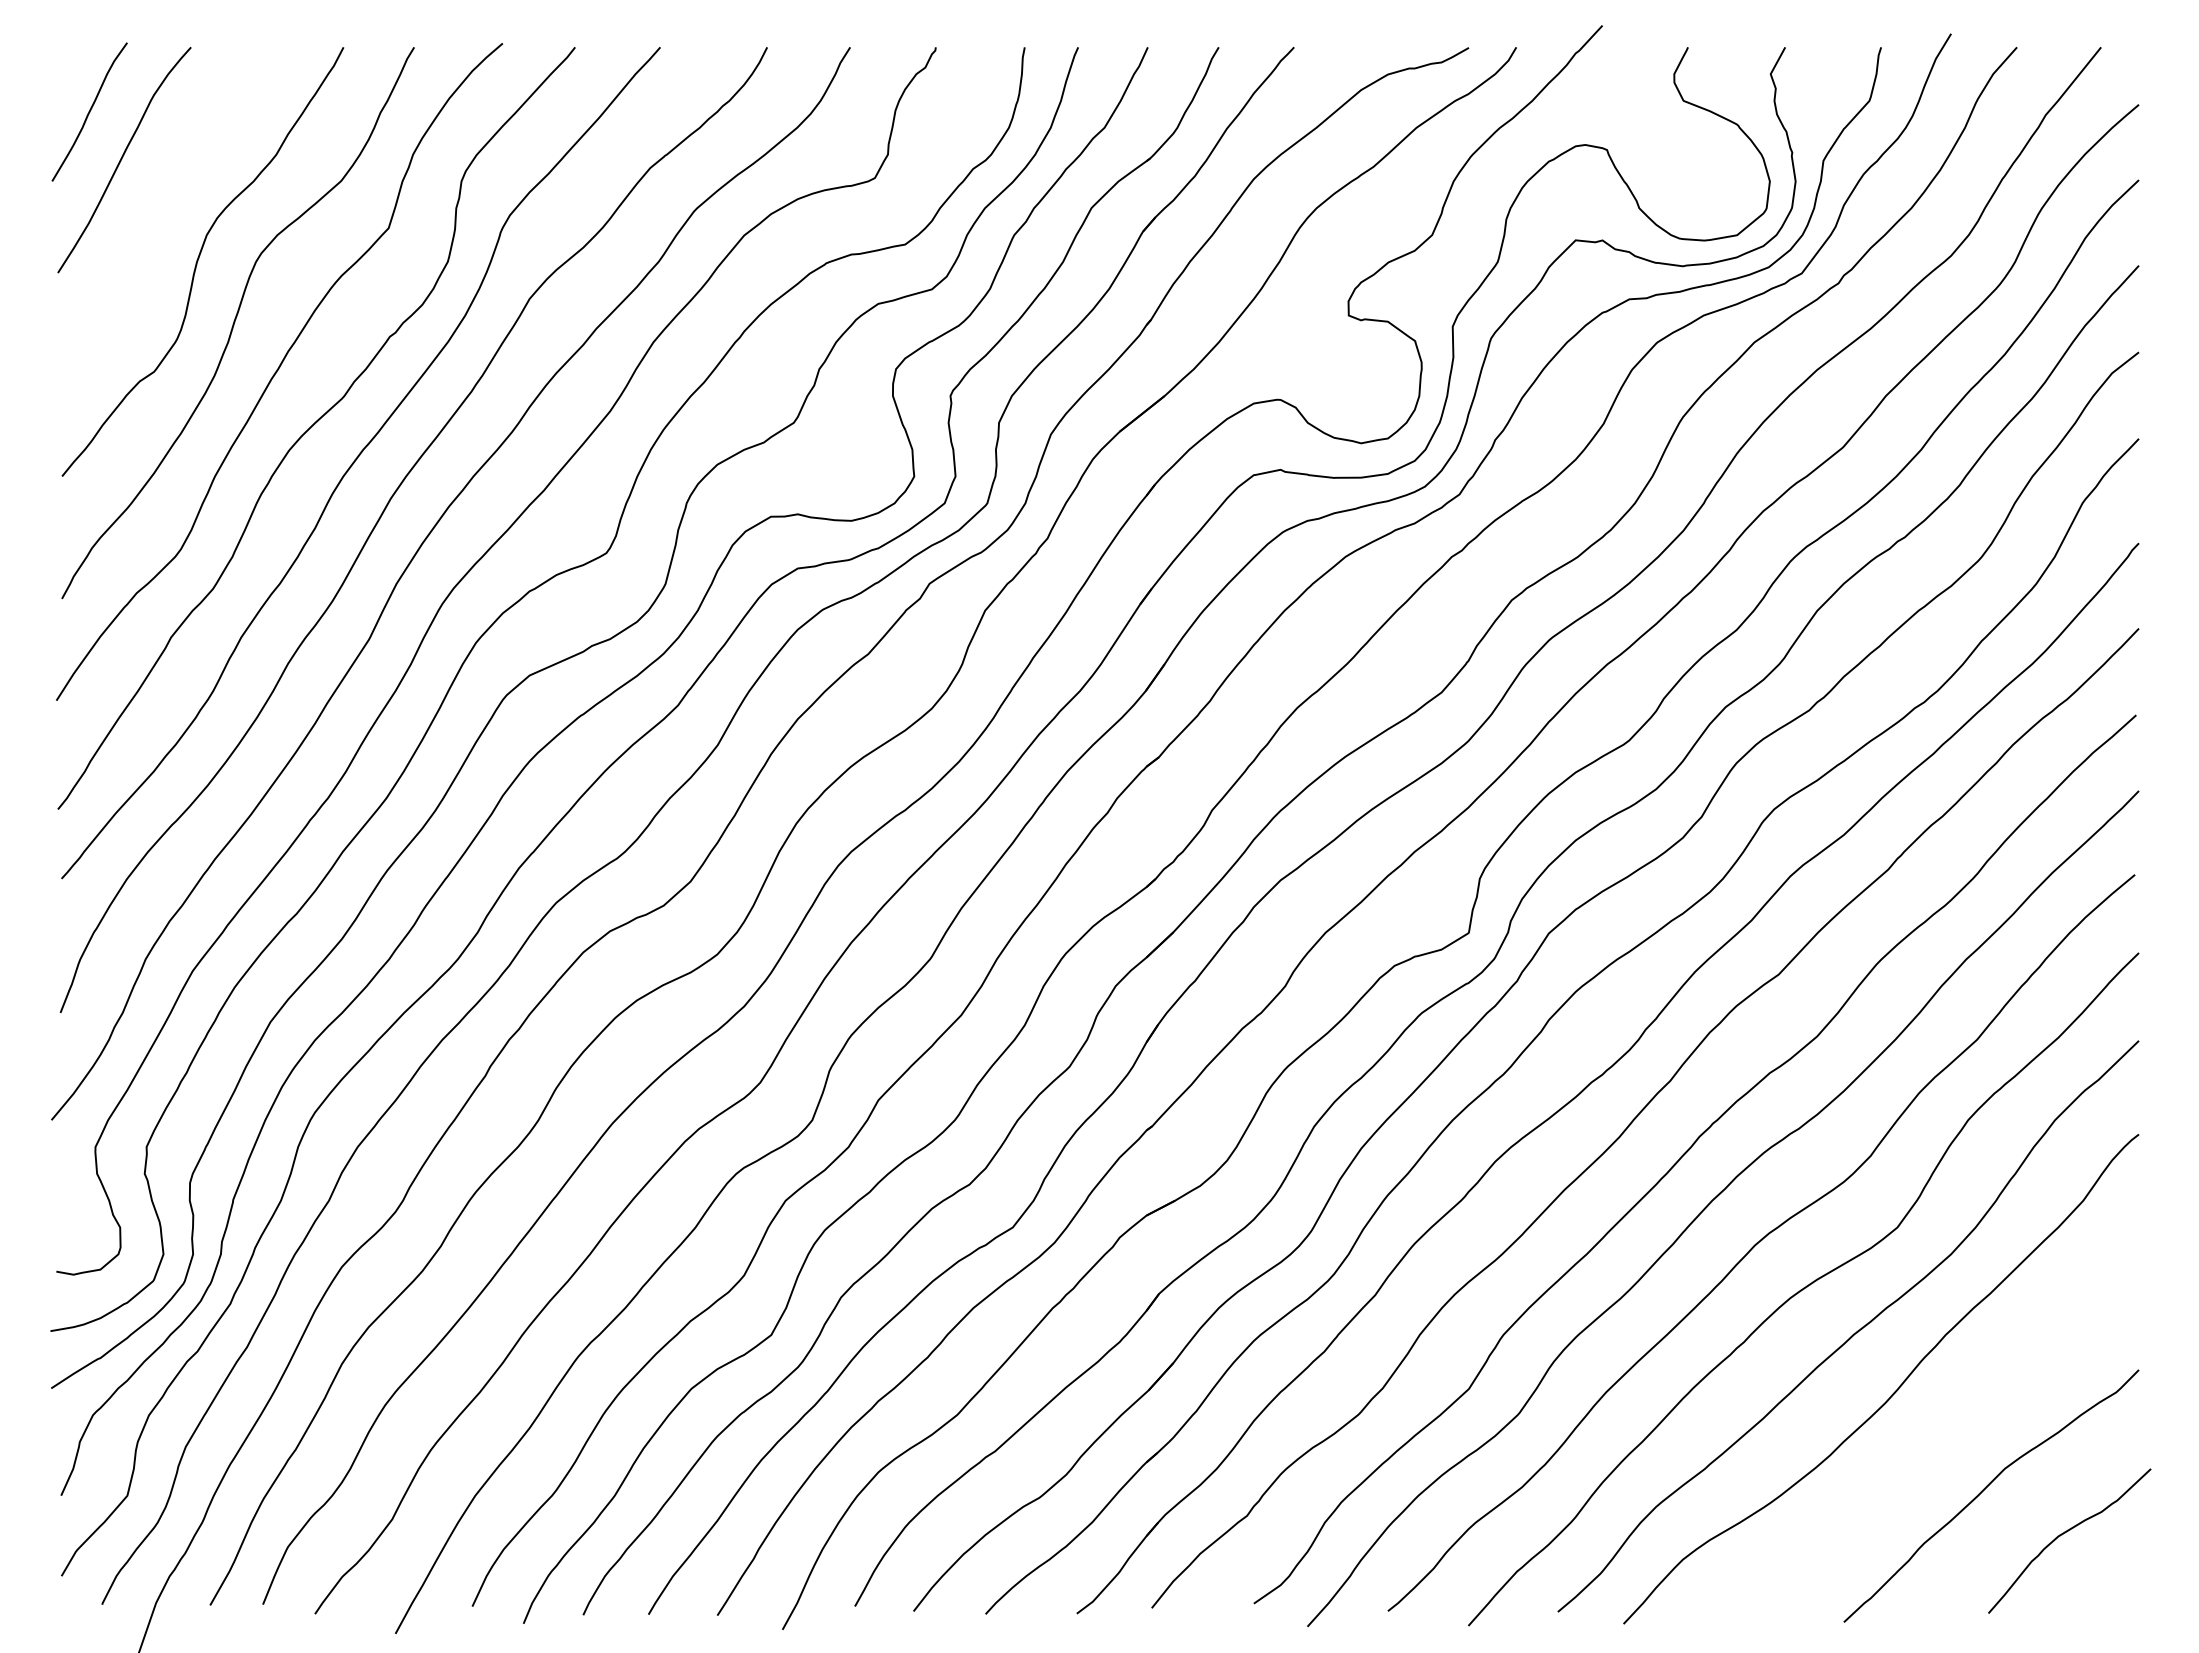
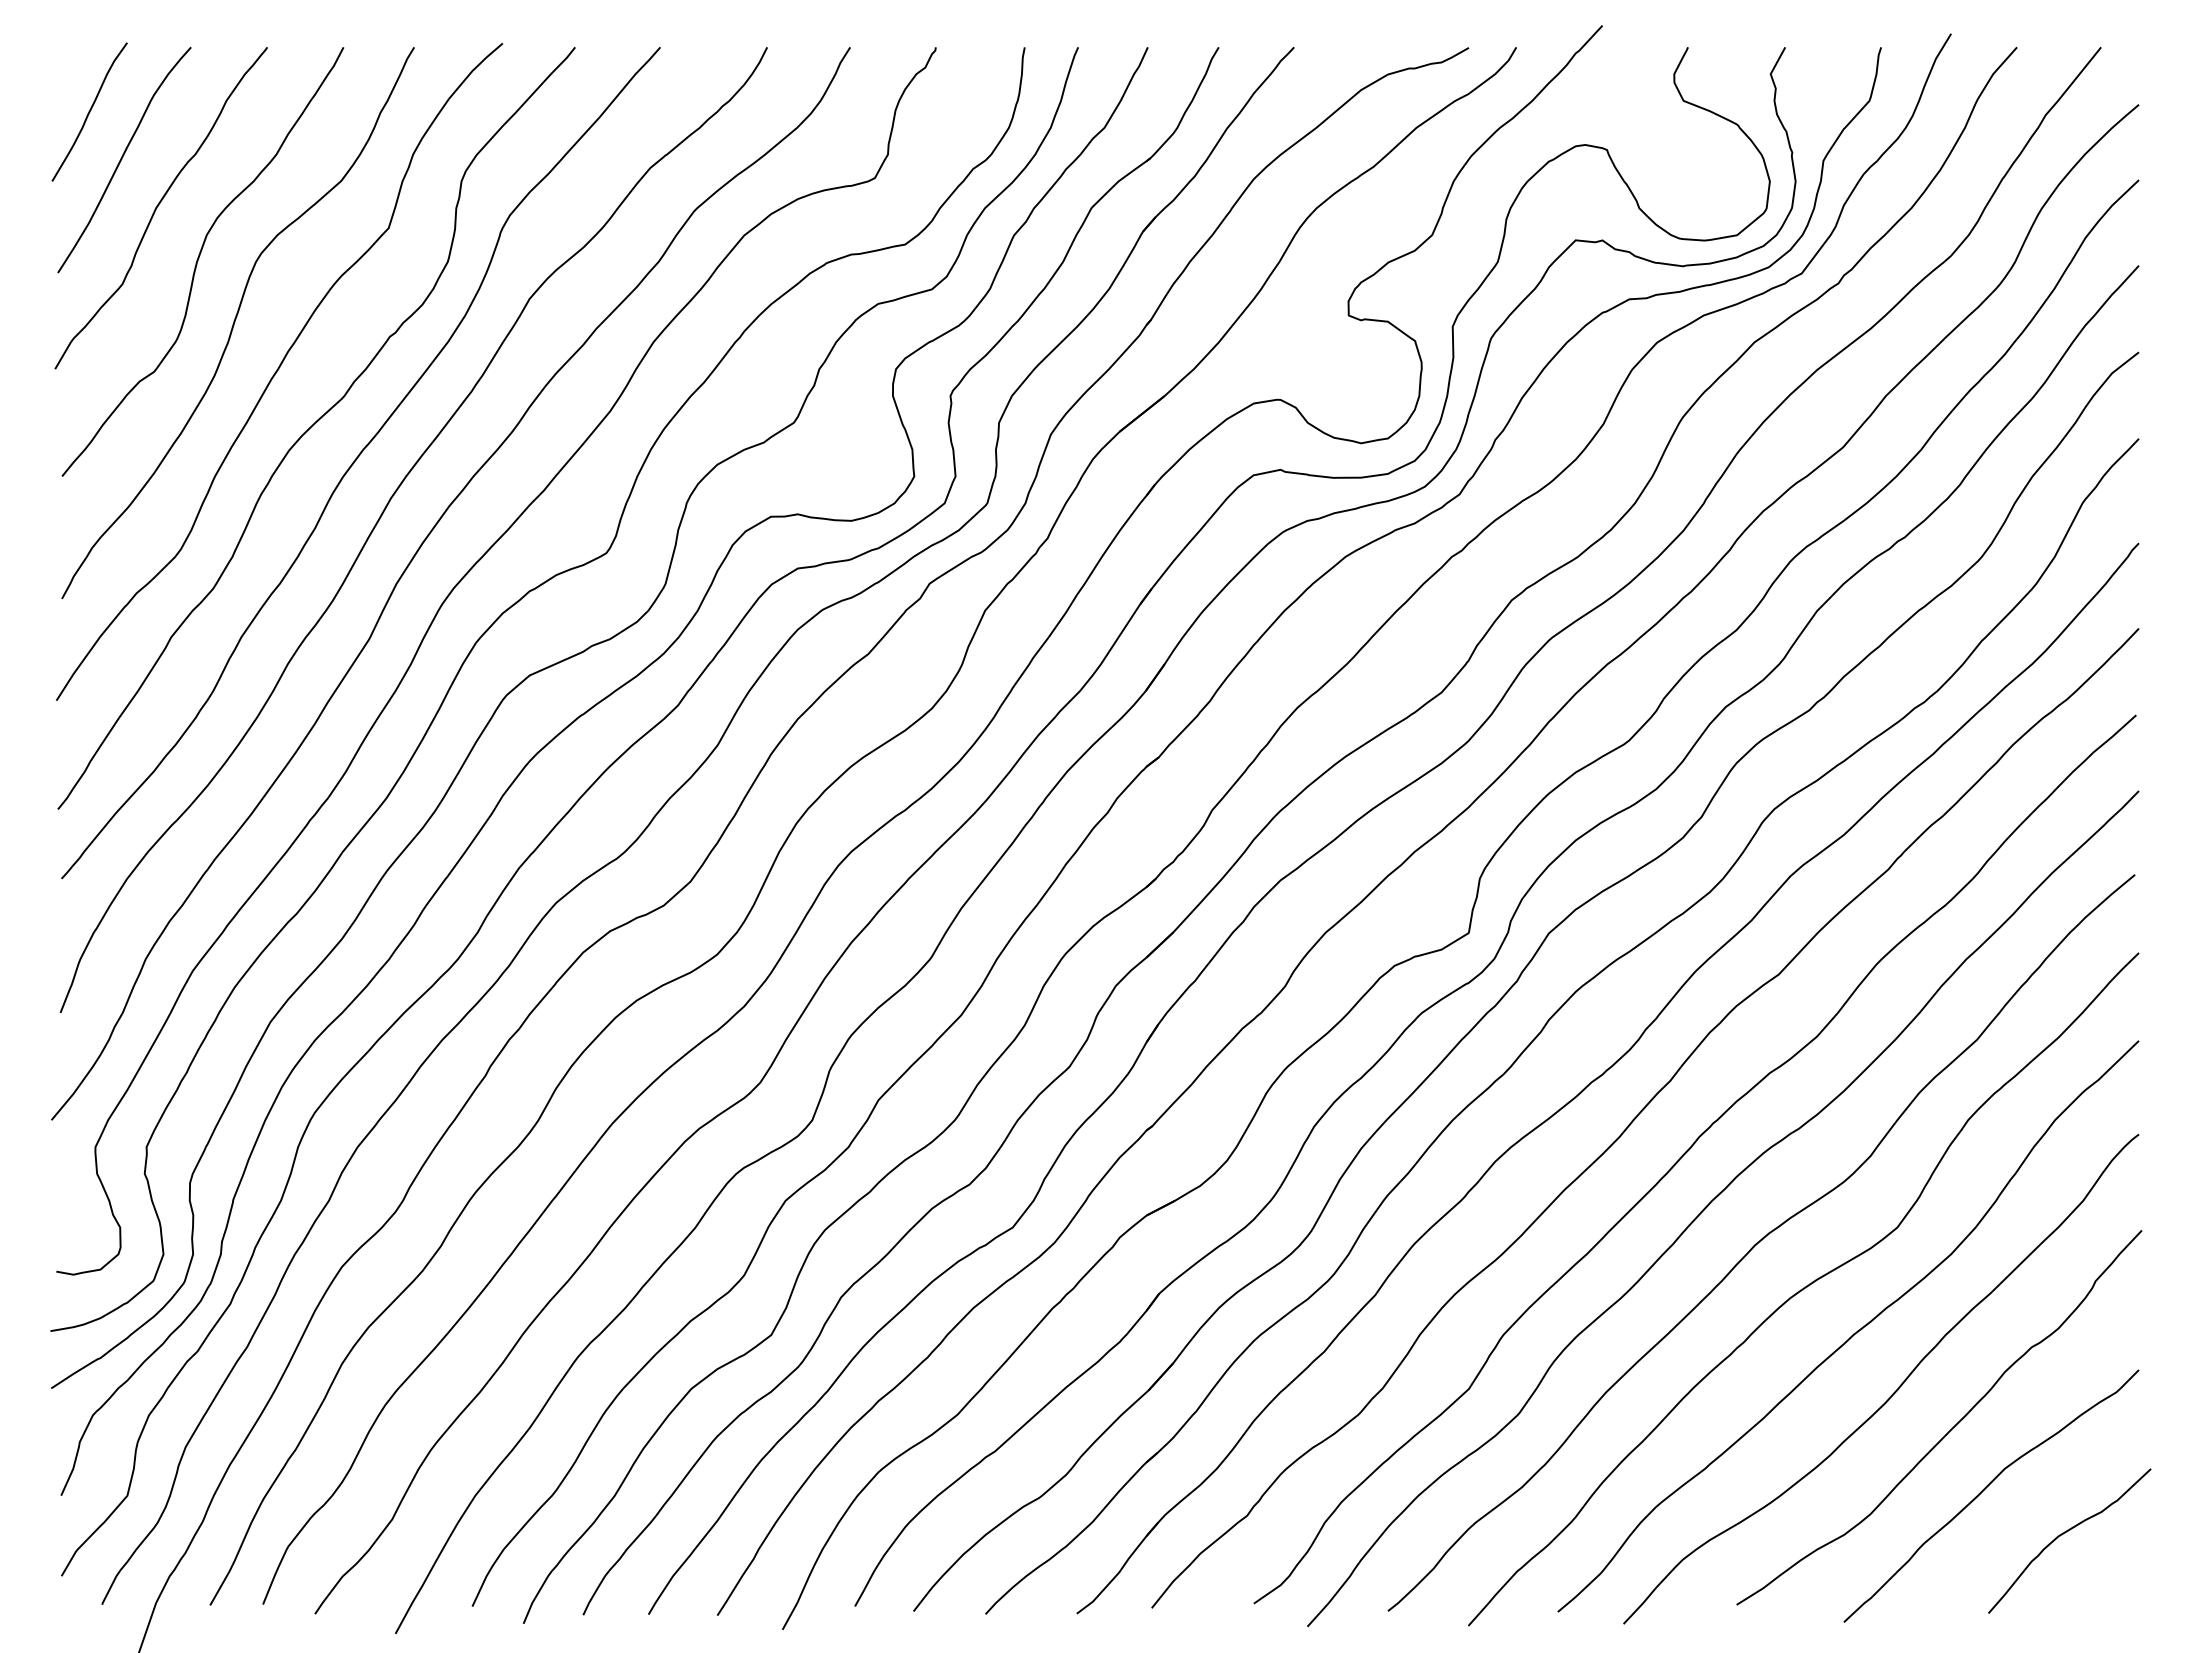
curve at (158, 206): none -> present
curve at (1951, 1428): none -> present
